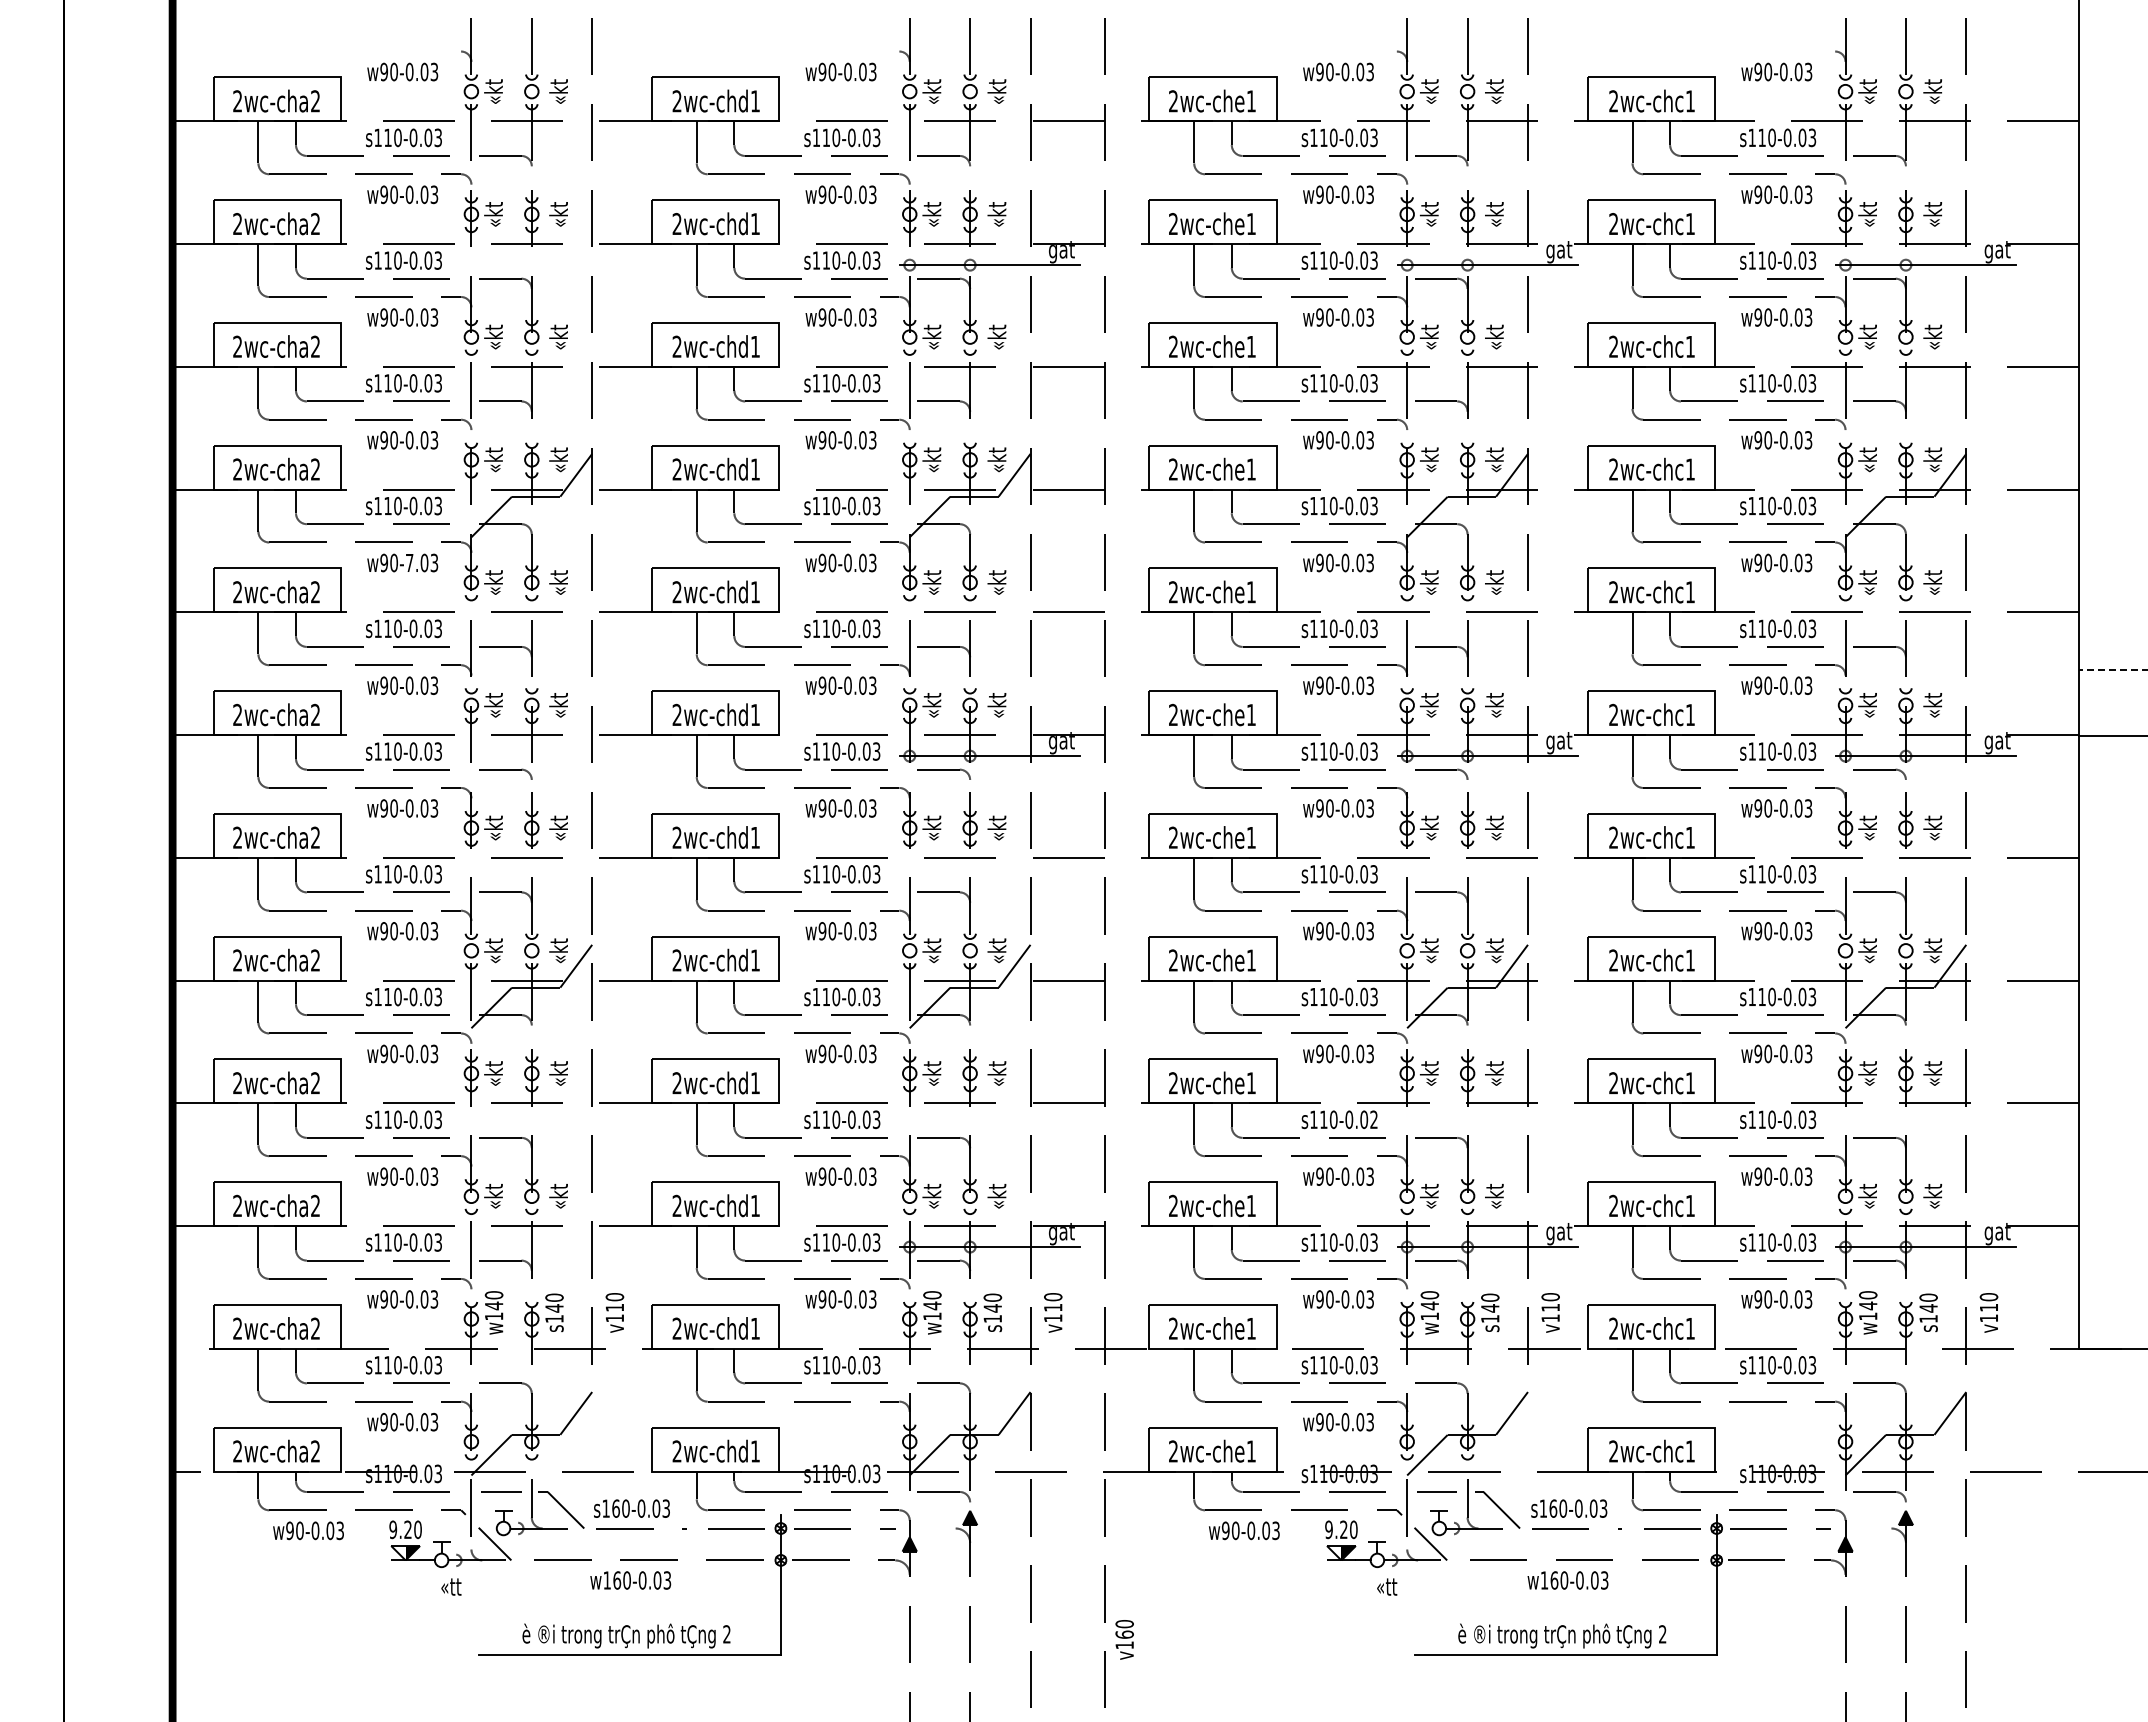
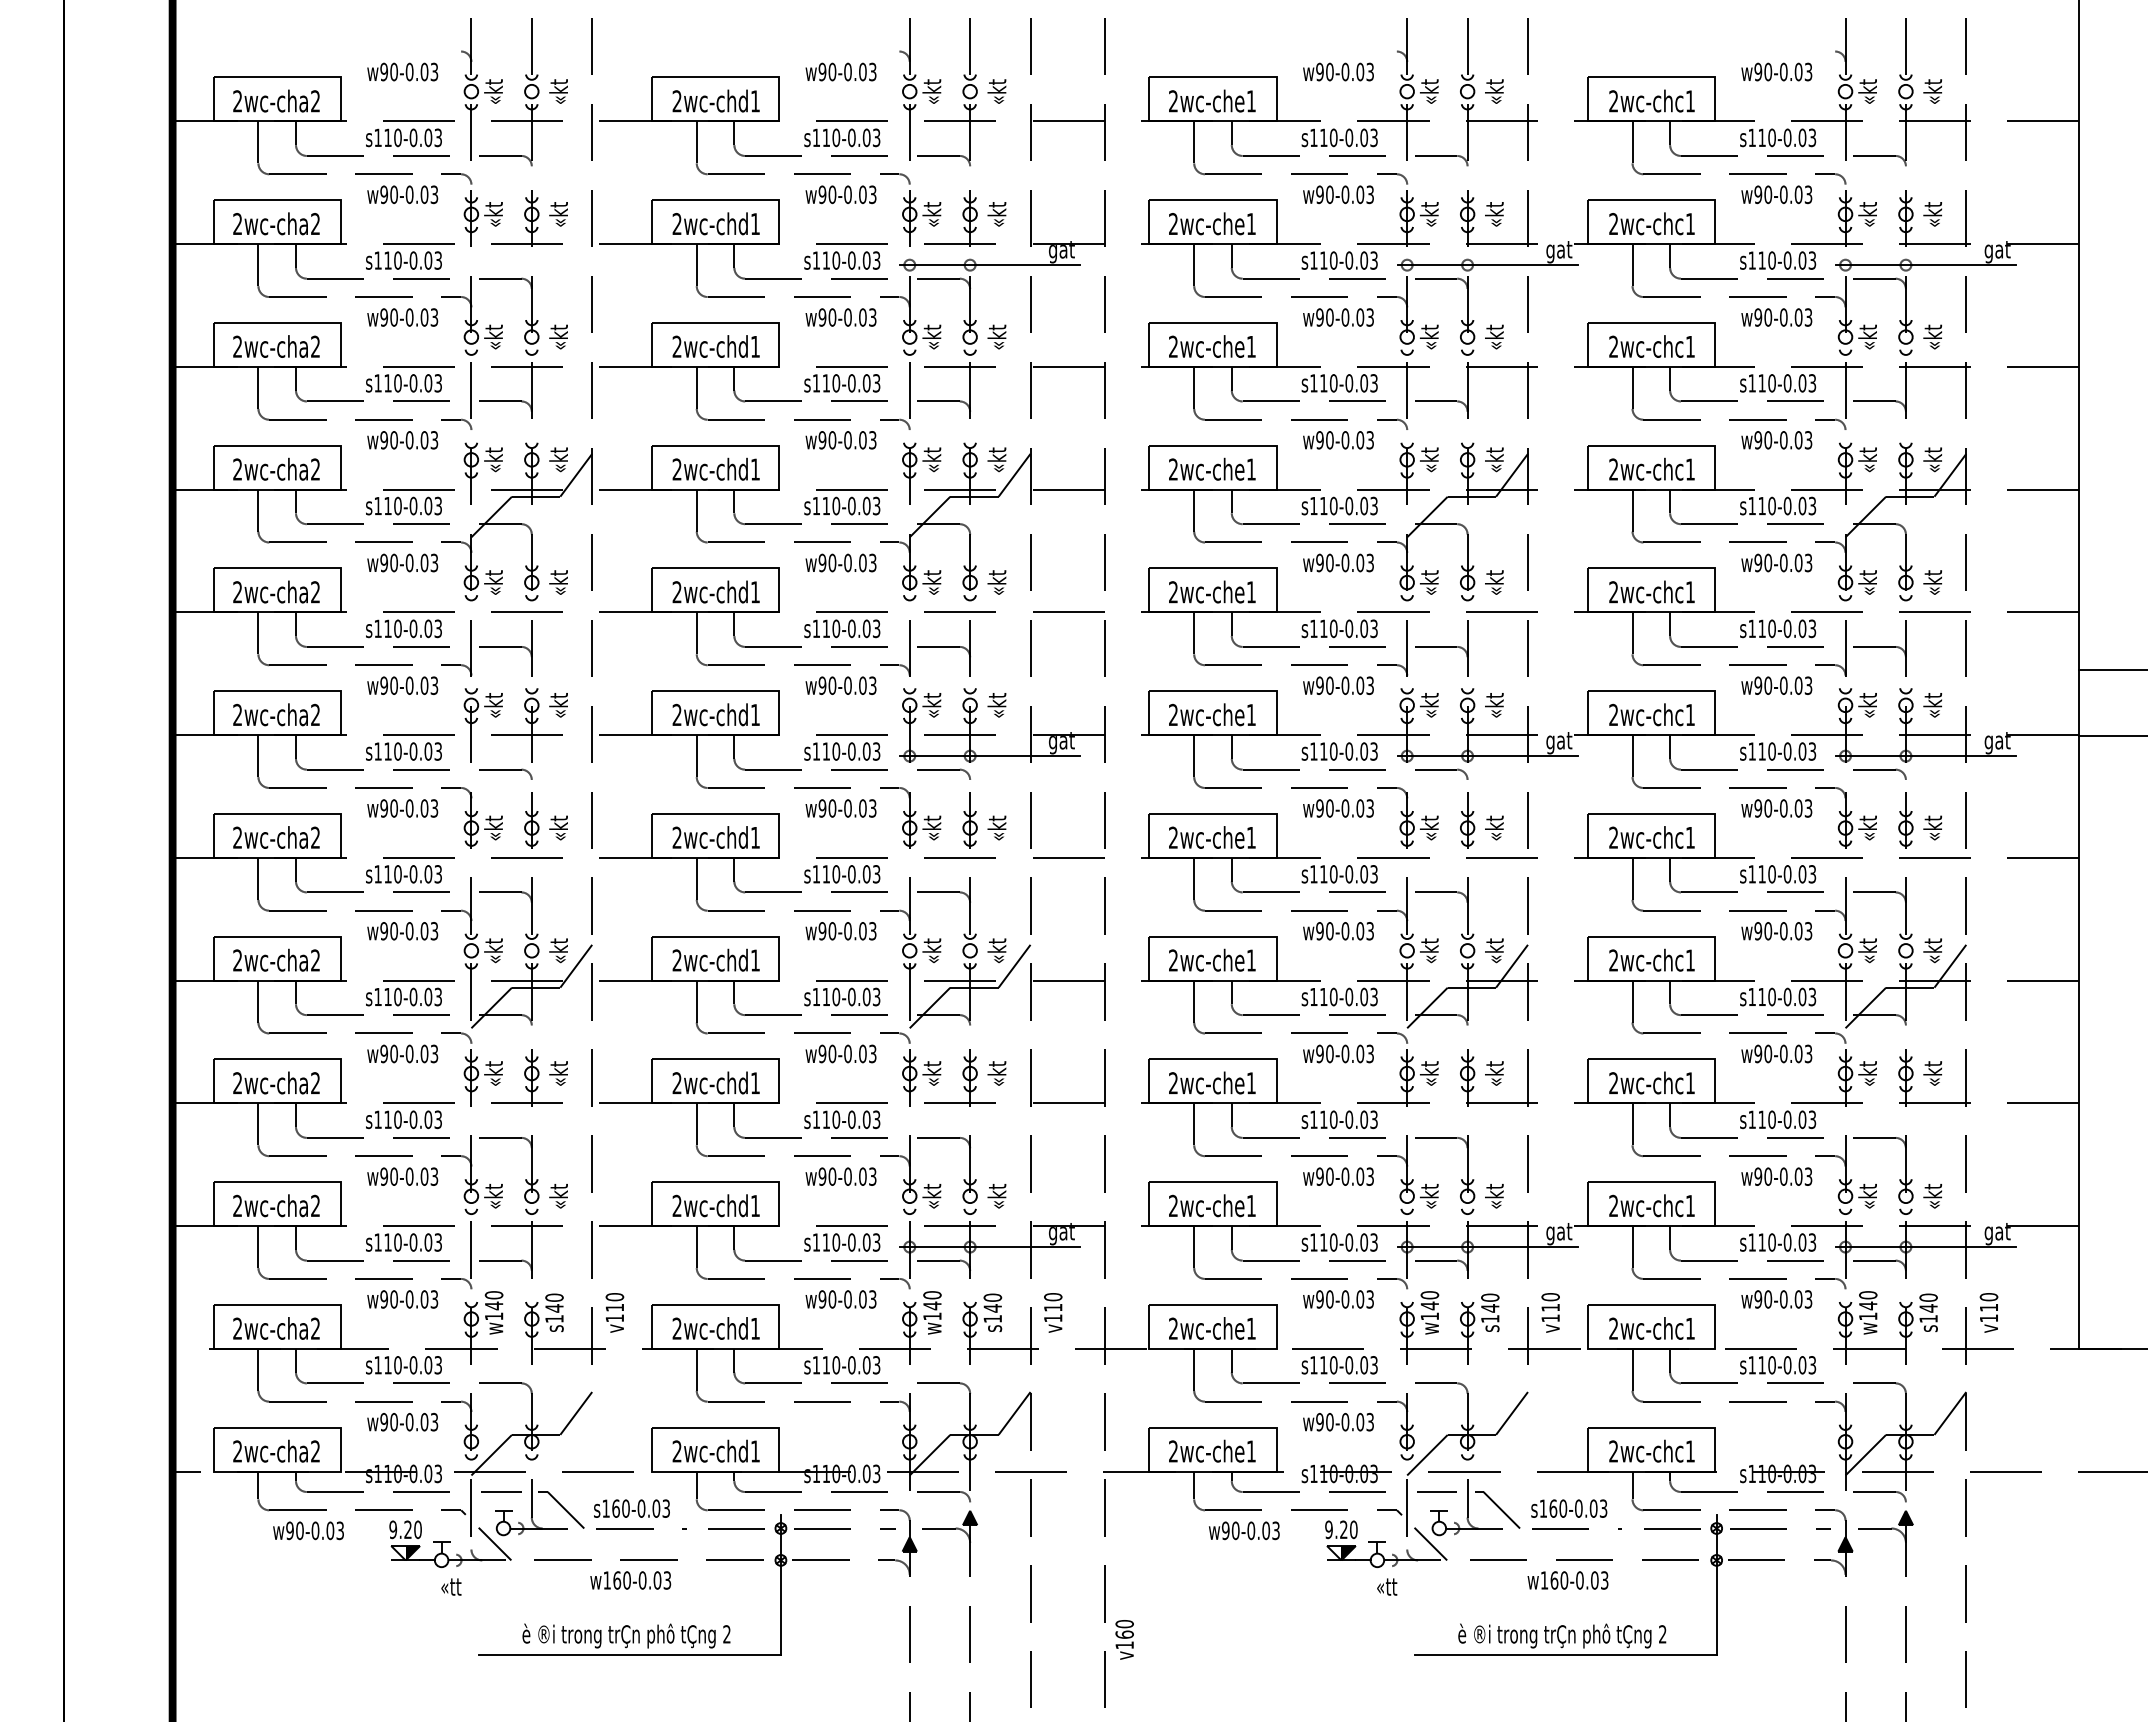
text at (409, 562): w90-7.03 -> w90-0.03
line at (2113, 670): dashed -> solid
text at (1373, 1120): s110-0.02 -> s110-0.03
line at (938, 1528): none -> present
line at (1874, 1528): none -> present
